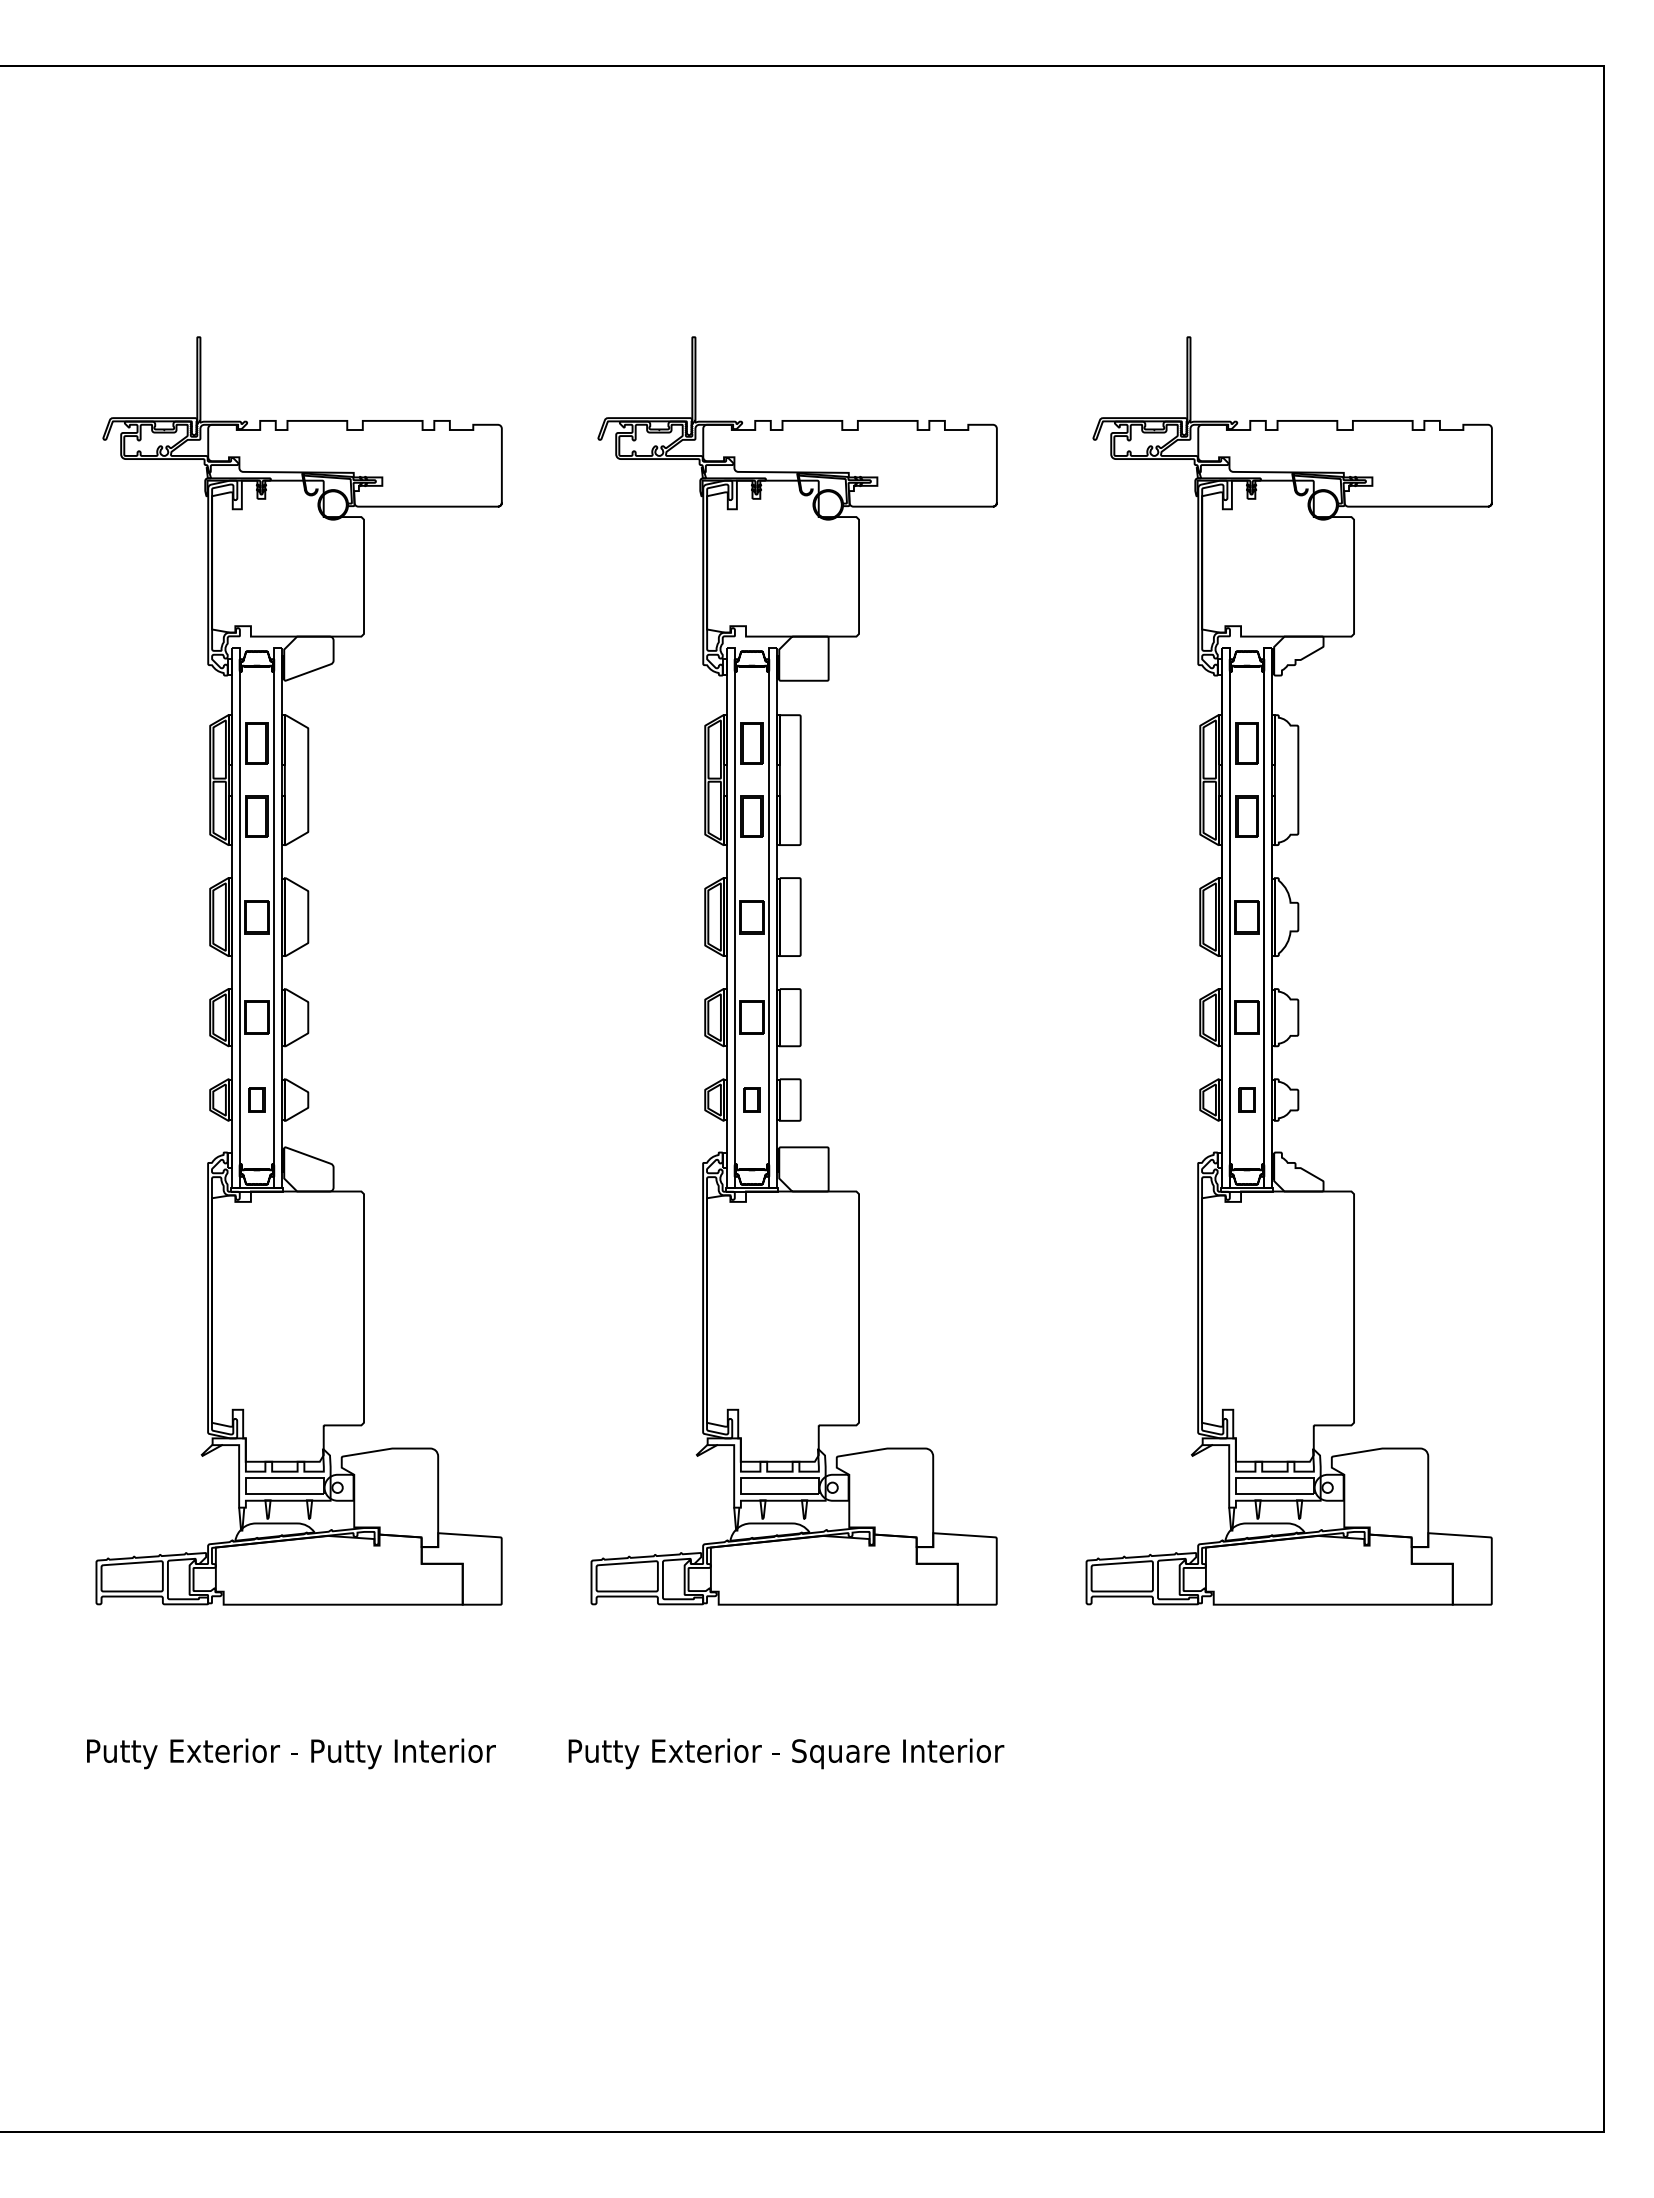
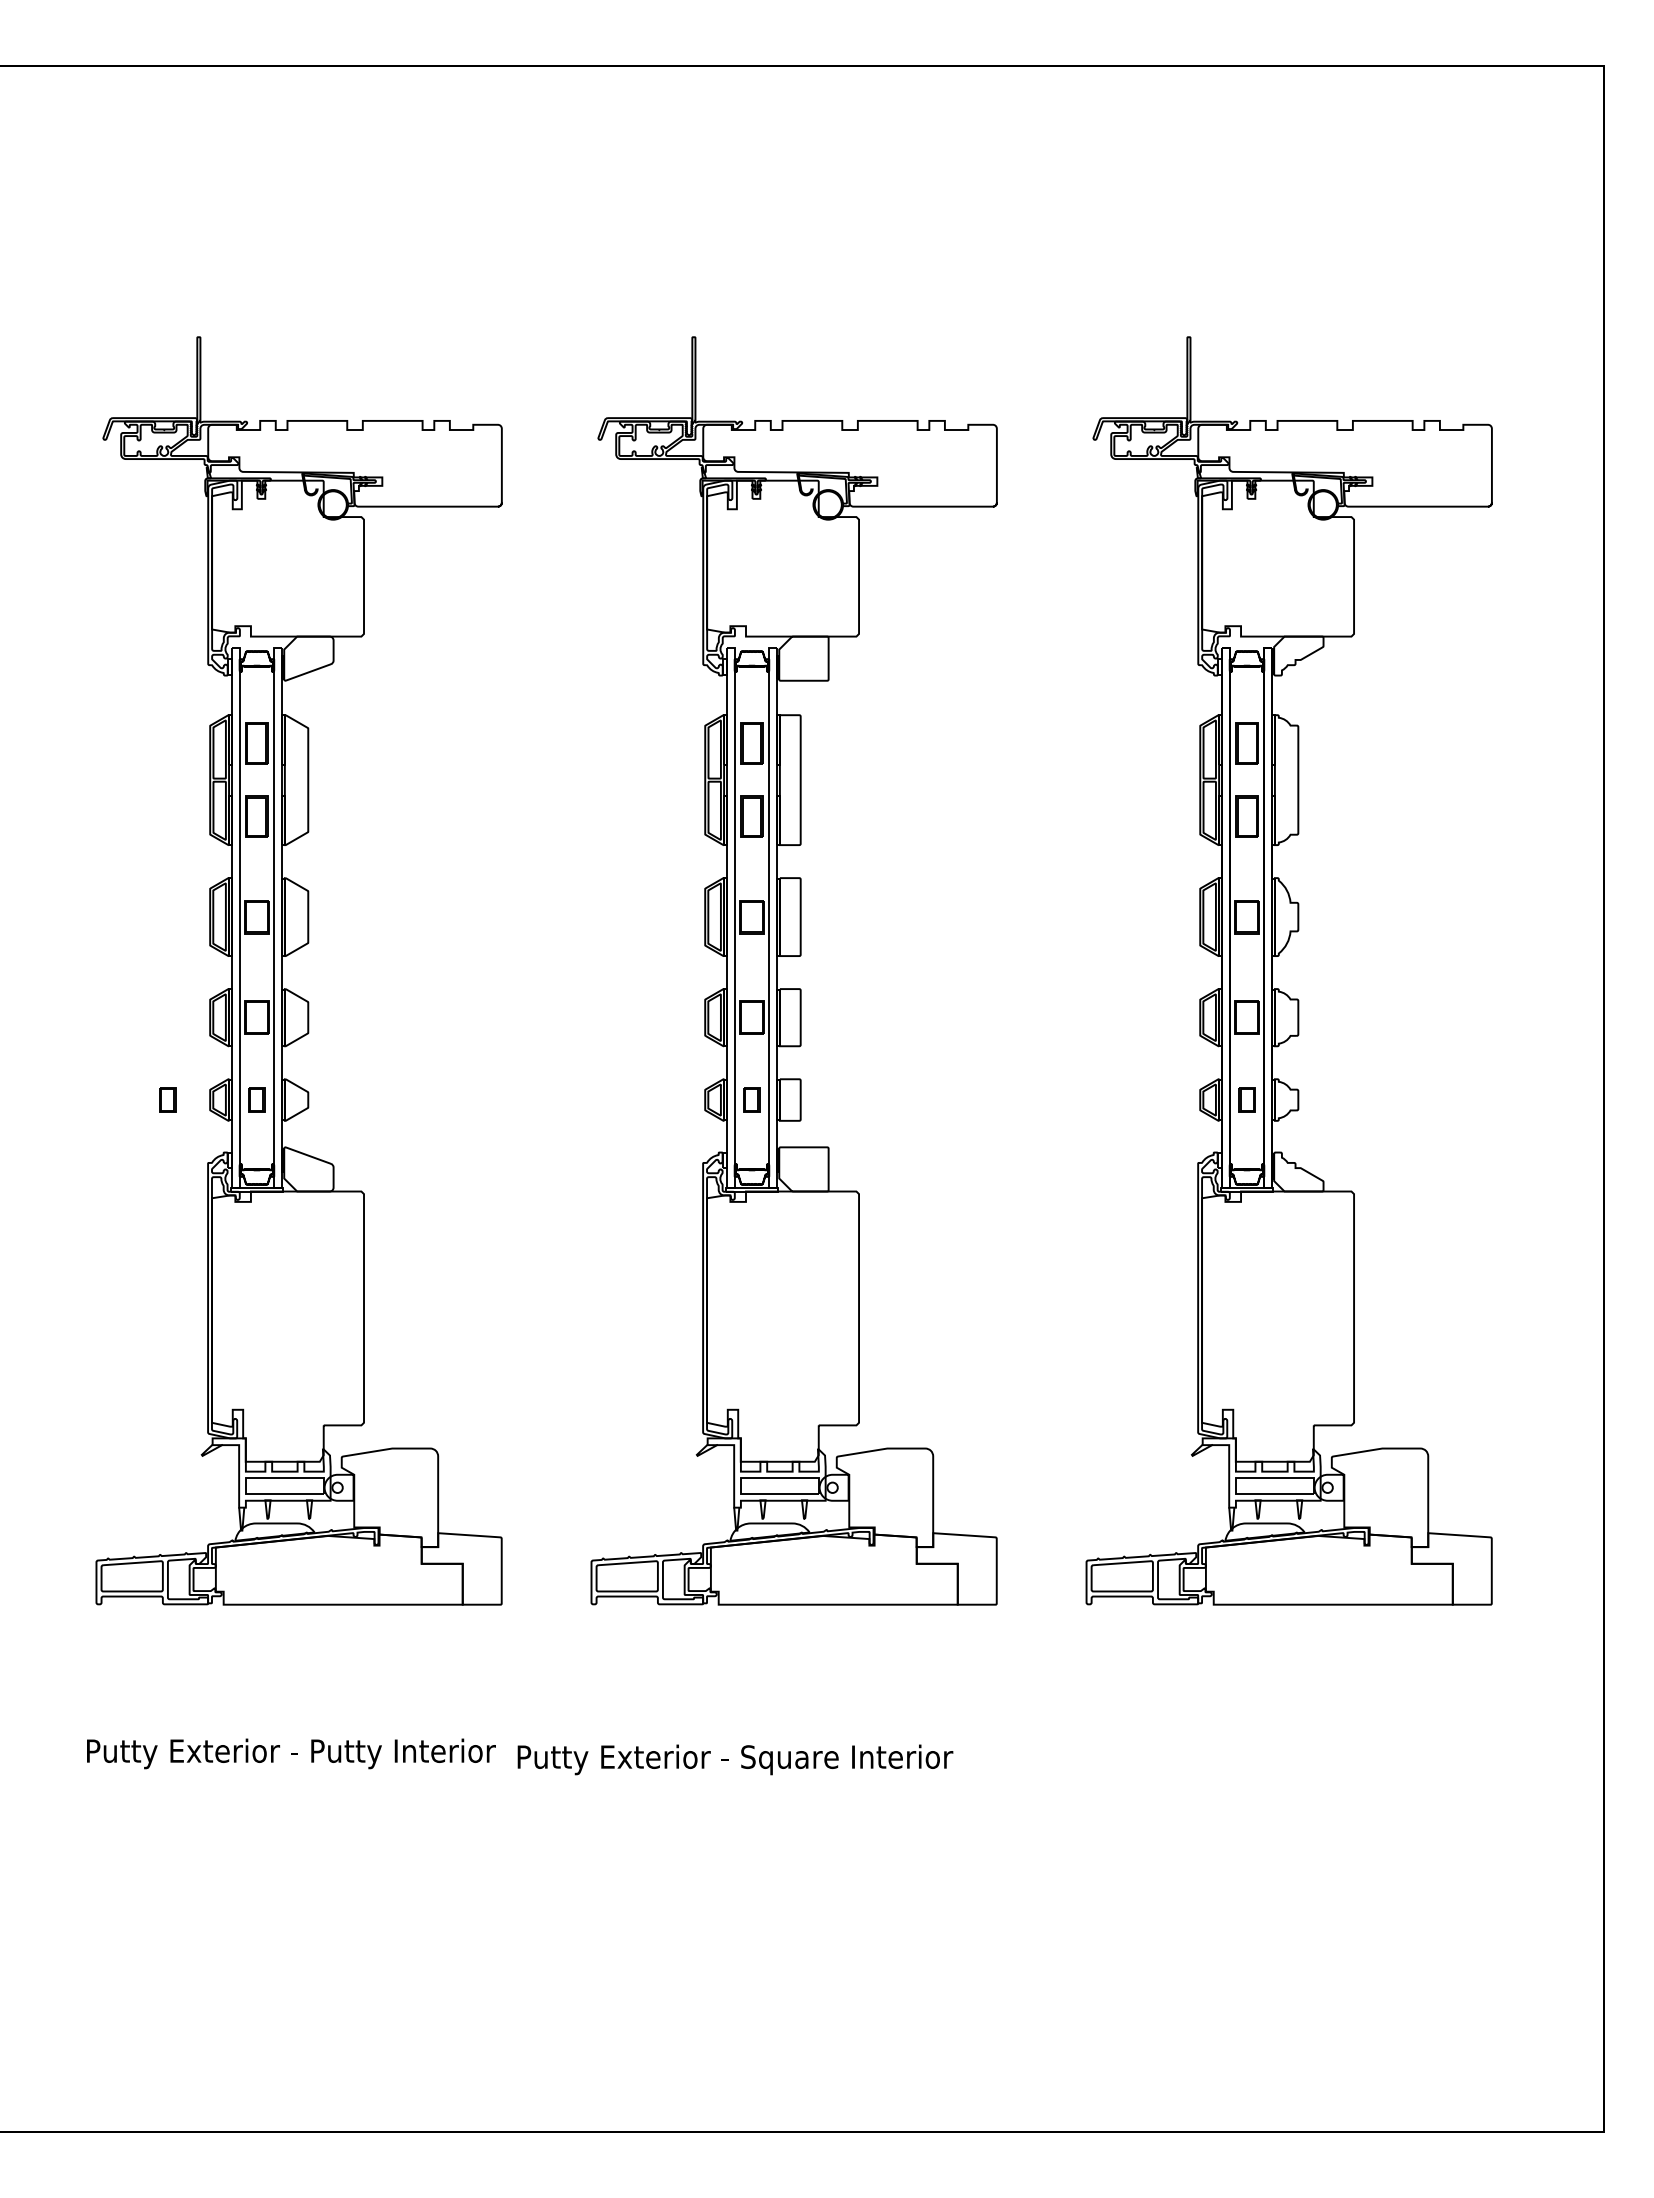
part at (167, 1099): none -> present
text at (786, 1753) position: (786, 1753) -> (735, 1759)
